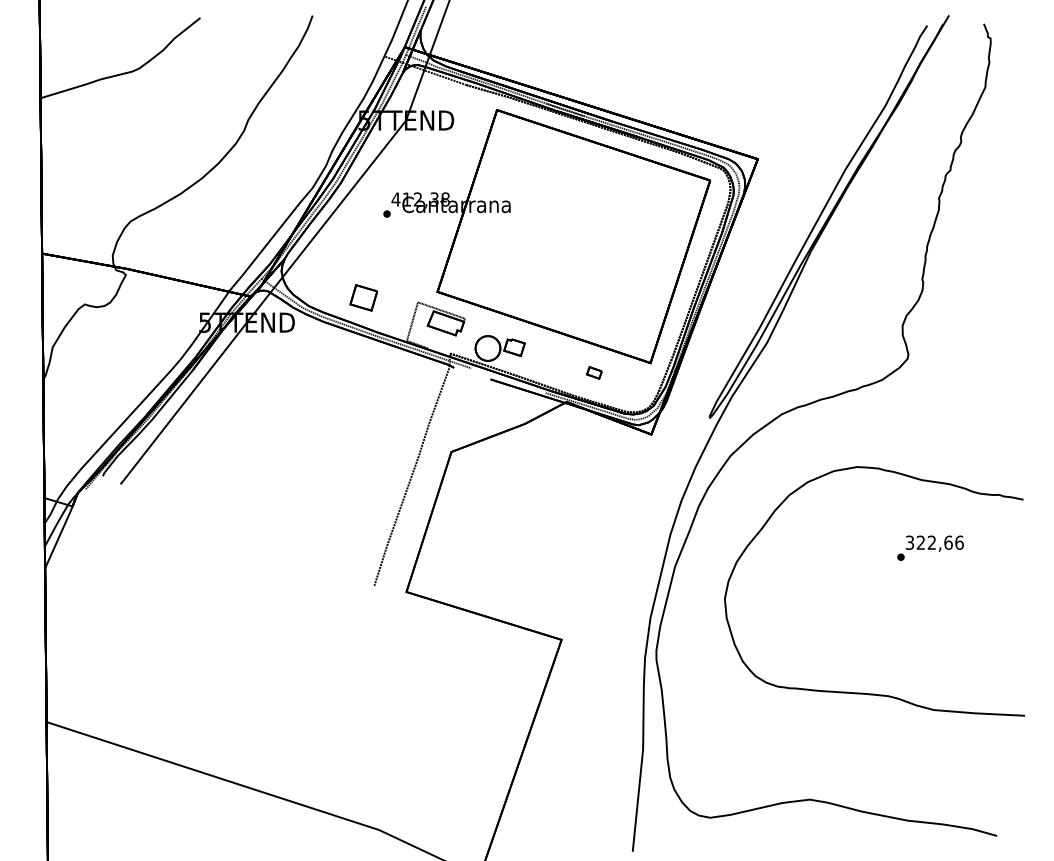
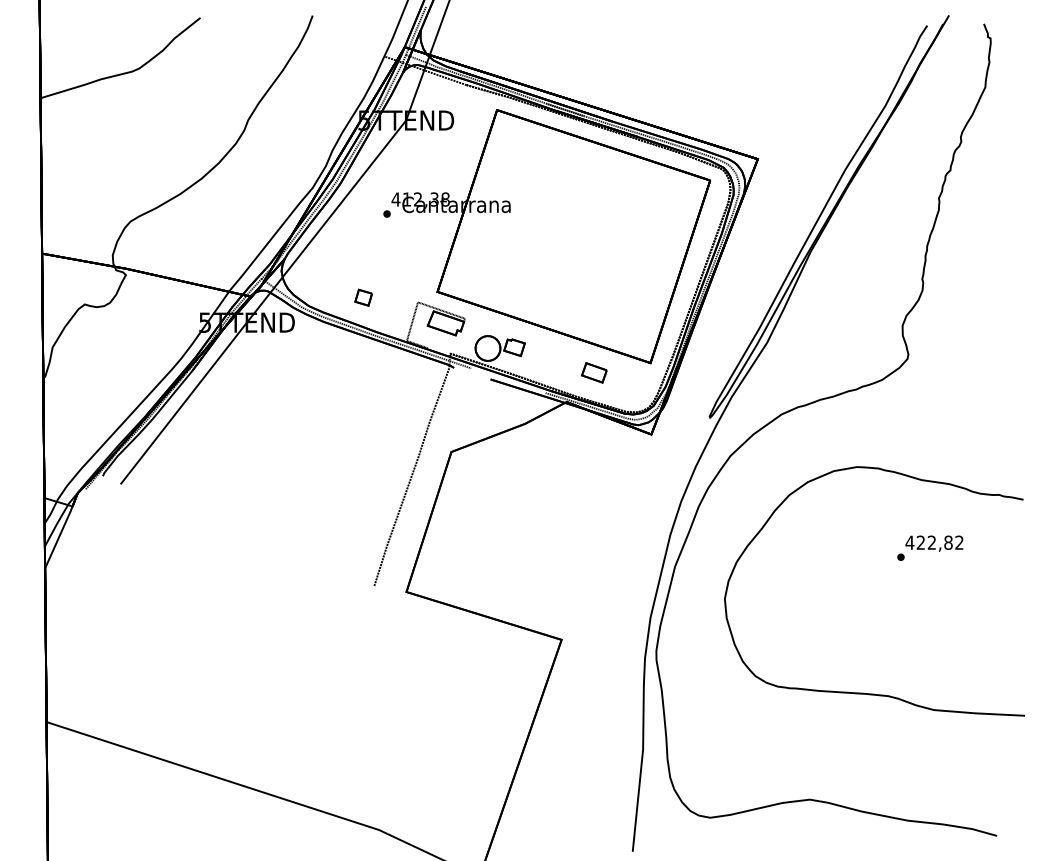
part at (363, 297) size: 29x28 px -> 19x19 px
part at (594, 372) size: 17x14 px -> 27x22 px
text at (934, 542): 322,66 -> 422,82
